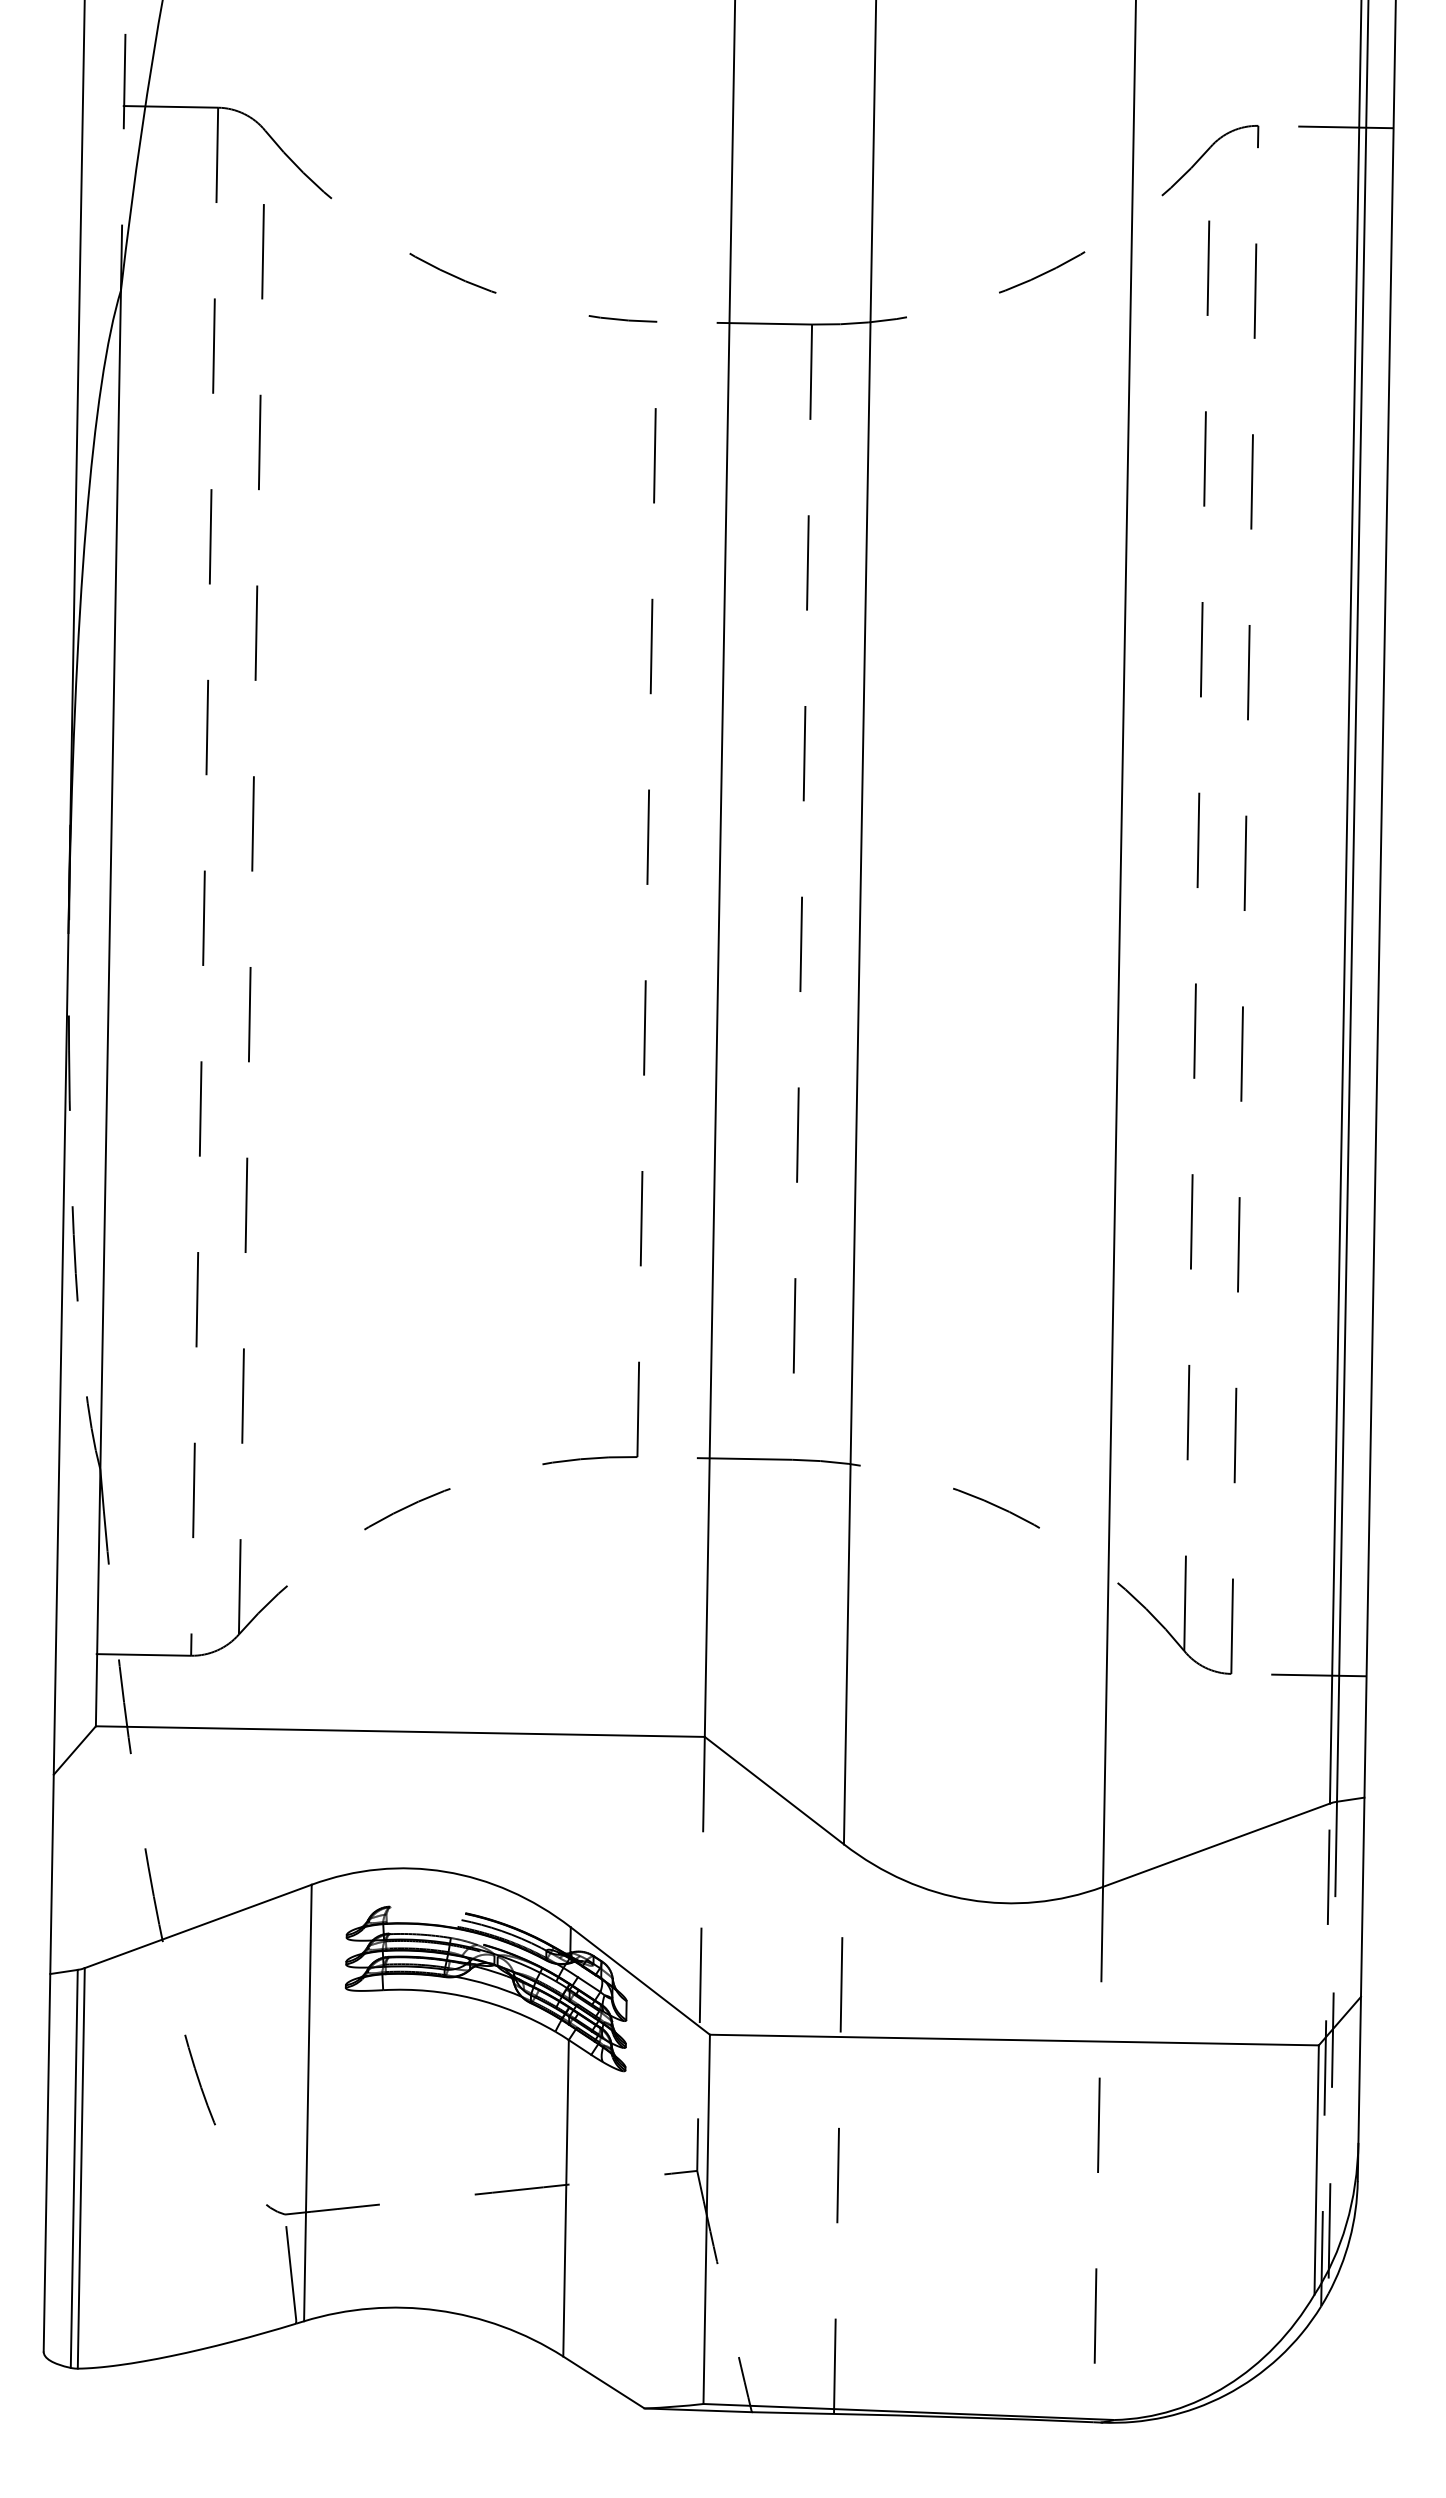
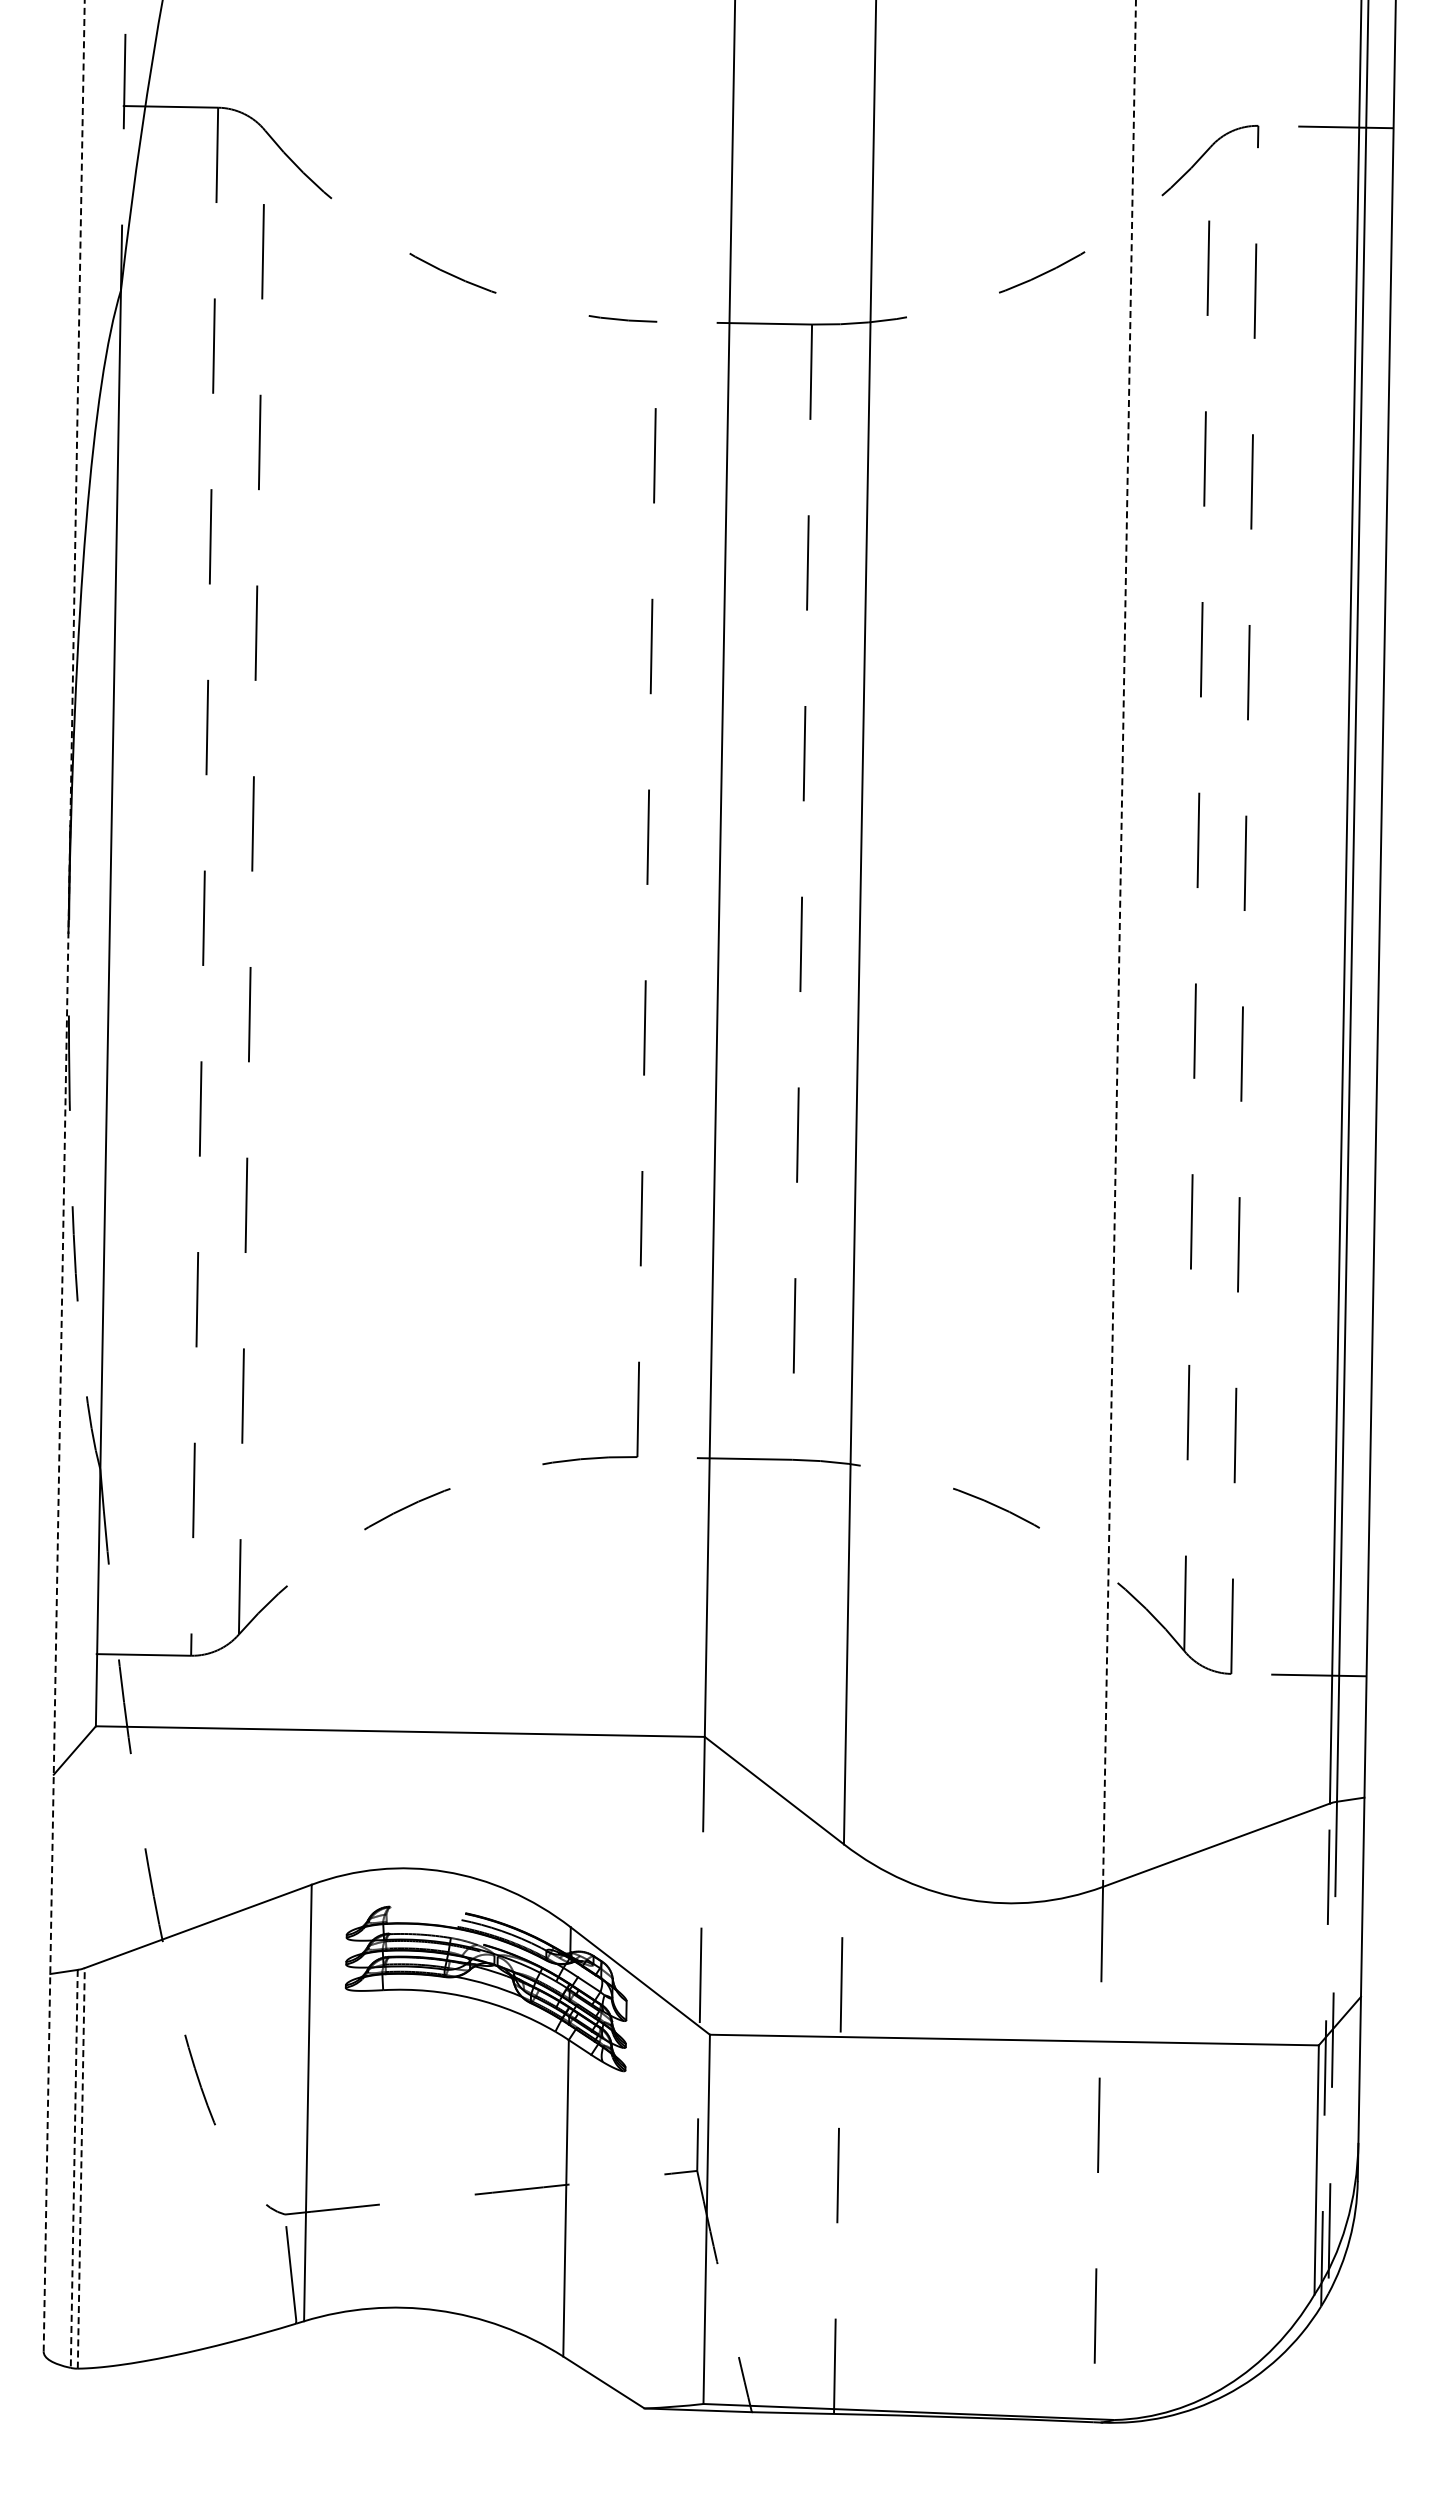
line at (1119, 943): solid -> dashed
line at (64, 1175): solid -> dashed
line at (81, 2167): solid -> dashed
line at (74, 2169): solid -> dashed
